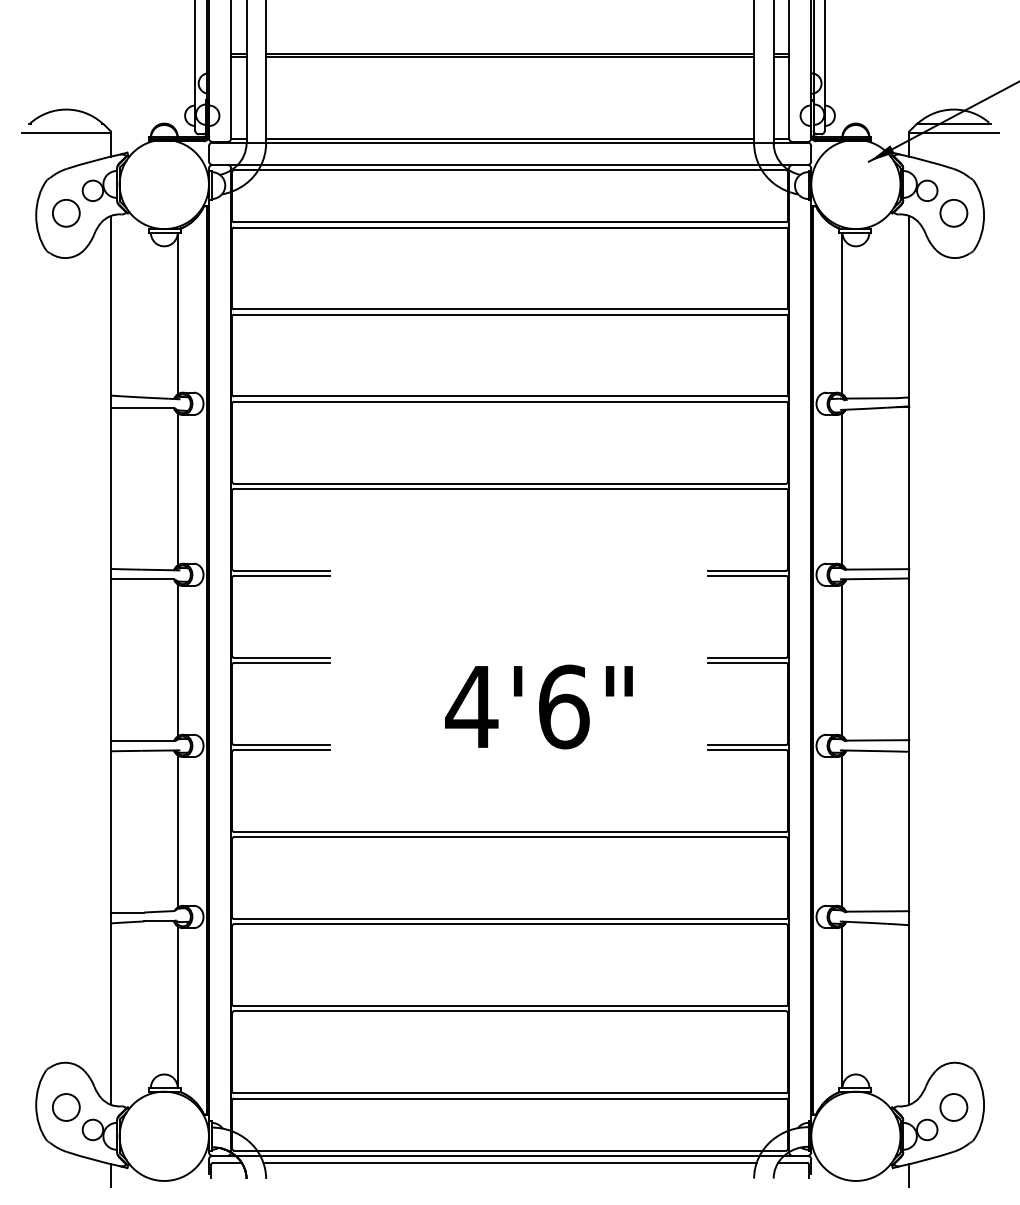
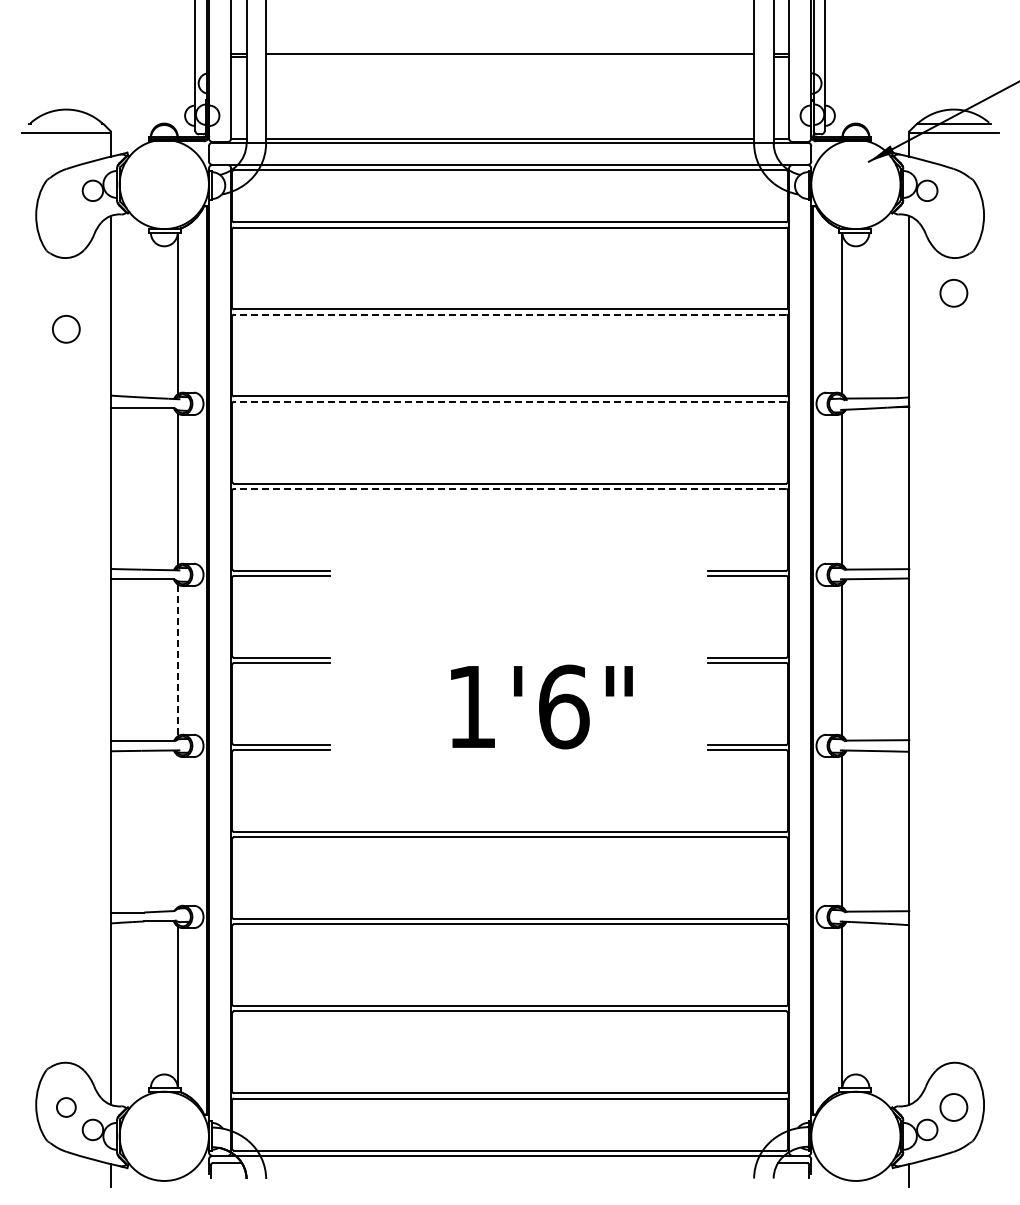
line at (510, 57): present -> none
circle at (66, 213) position: (66, 213) -> (66, 329)
circle at (953, 213) position: (953, 213) -> (953, 293)
line at (509, 314): solid -> dashed
line at (509, 401): solid -> dashed
line at (509, 488): solid -> dashed
line at (178, 660): solid -> dashed
text at (471, 706): 4'6" -> 1'6"
line at (178, 831): present -> none
circle at (66, 1107) size: 29x29 px -> 21x21 px
line at (509, 1163): present -> none
